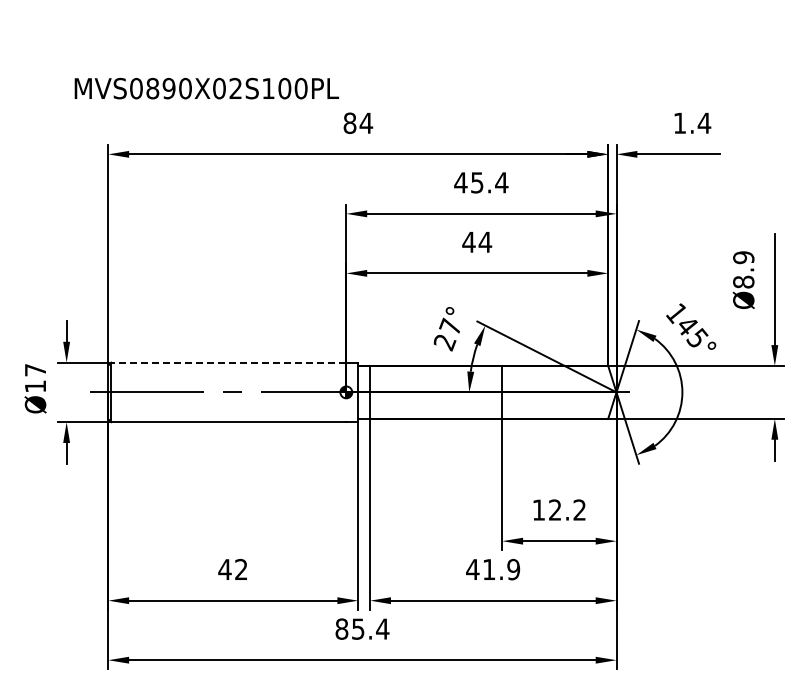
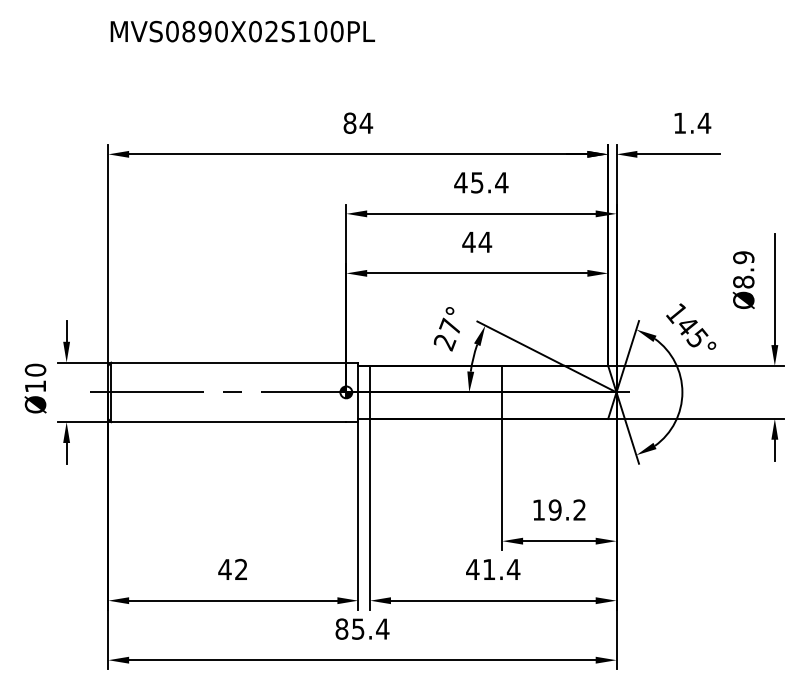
text at (206, 88) position: (206, 88) -> (242, 31)
line at (228, 362): dashed -> solid
text at (35, 369): Ø17 -> Ø10
text at (554, 509): 12.2 -> 19.2
text at (513, 569): 41.9 -> 41.4
